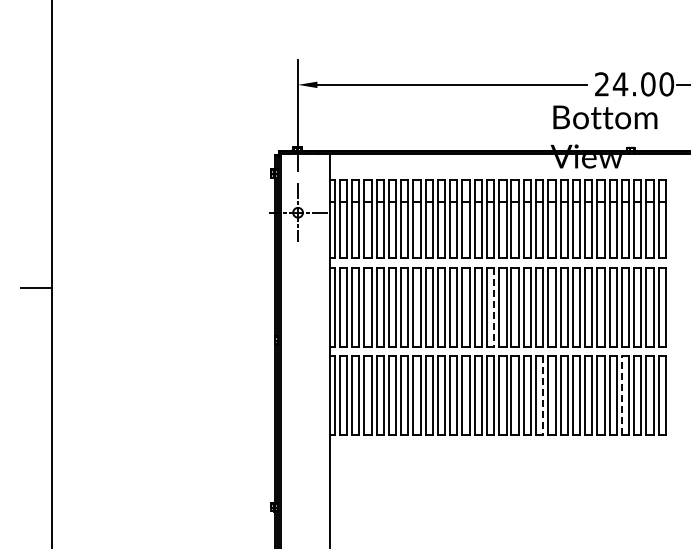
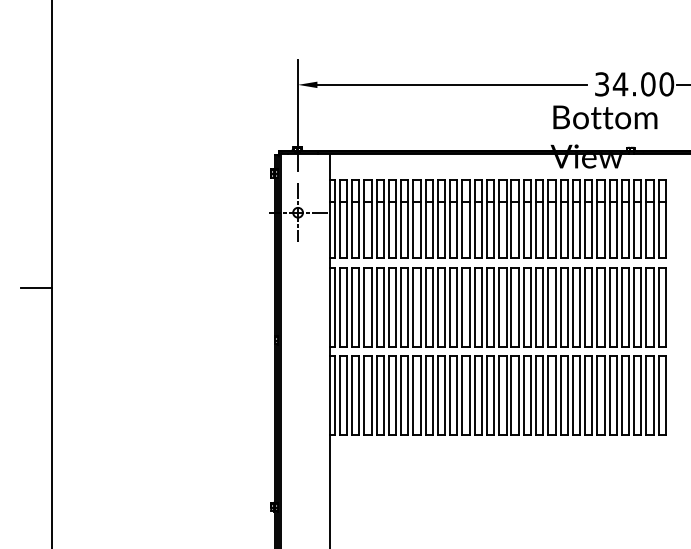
text at (601, 84): 24.00 -> 34.00
line at (494, 307): dashed -> solid
line at (621, 395): dashed -> solid
line at (543, 396): dashed -> solid
